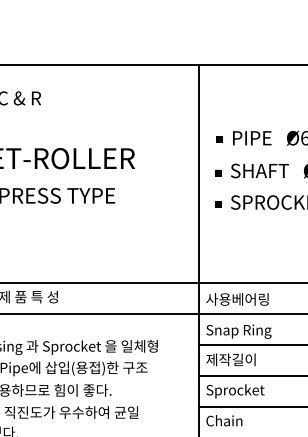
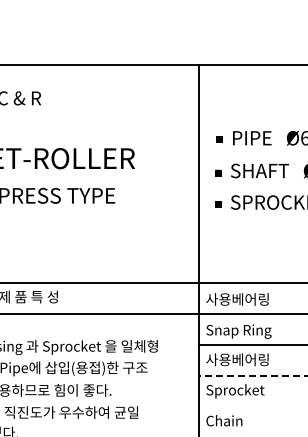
text at (237, 359): 제작길이 -> 사용베어링
line at (252, 376): solid -> dashed
line at (251, 407): present -> none
